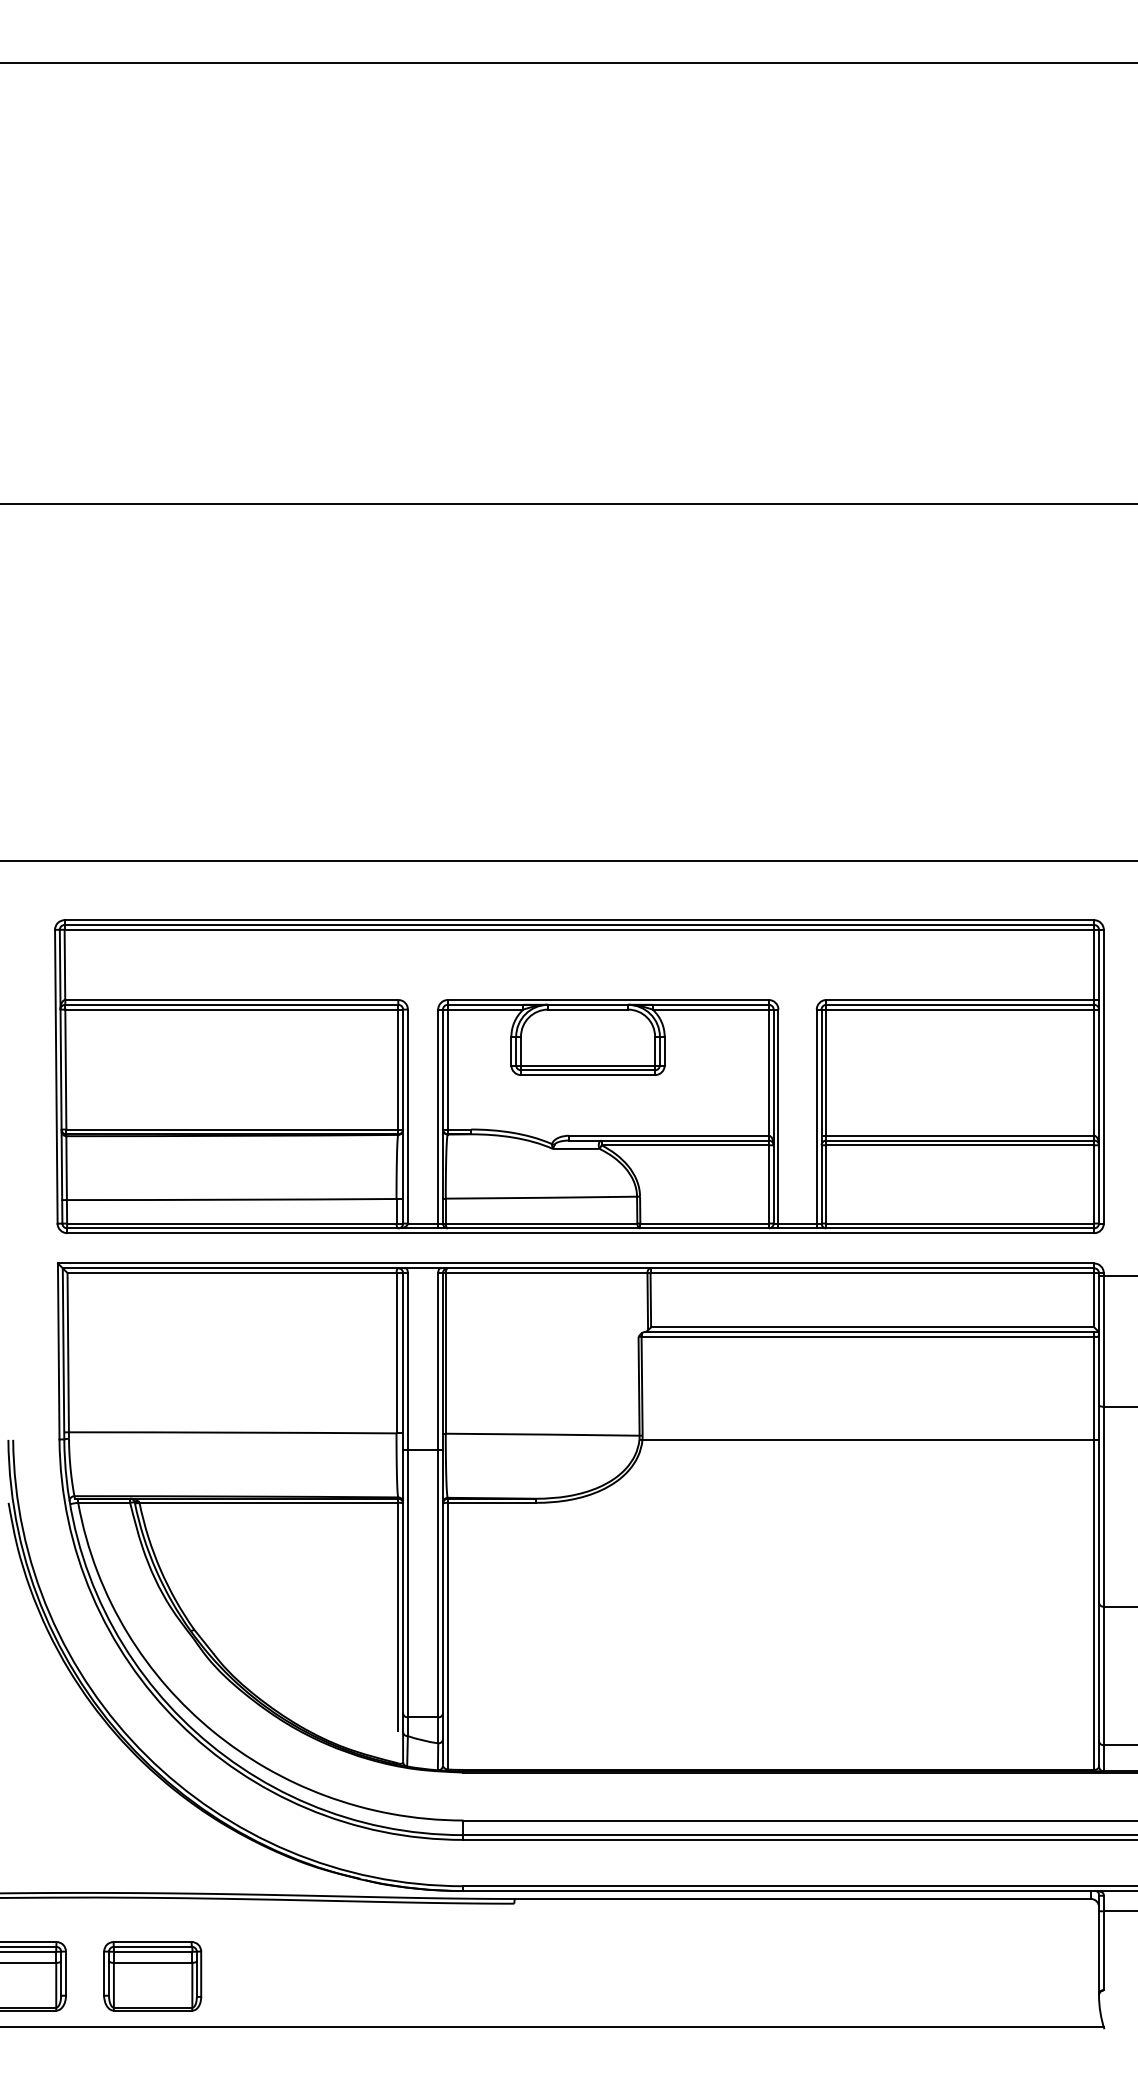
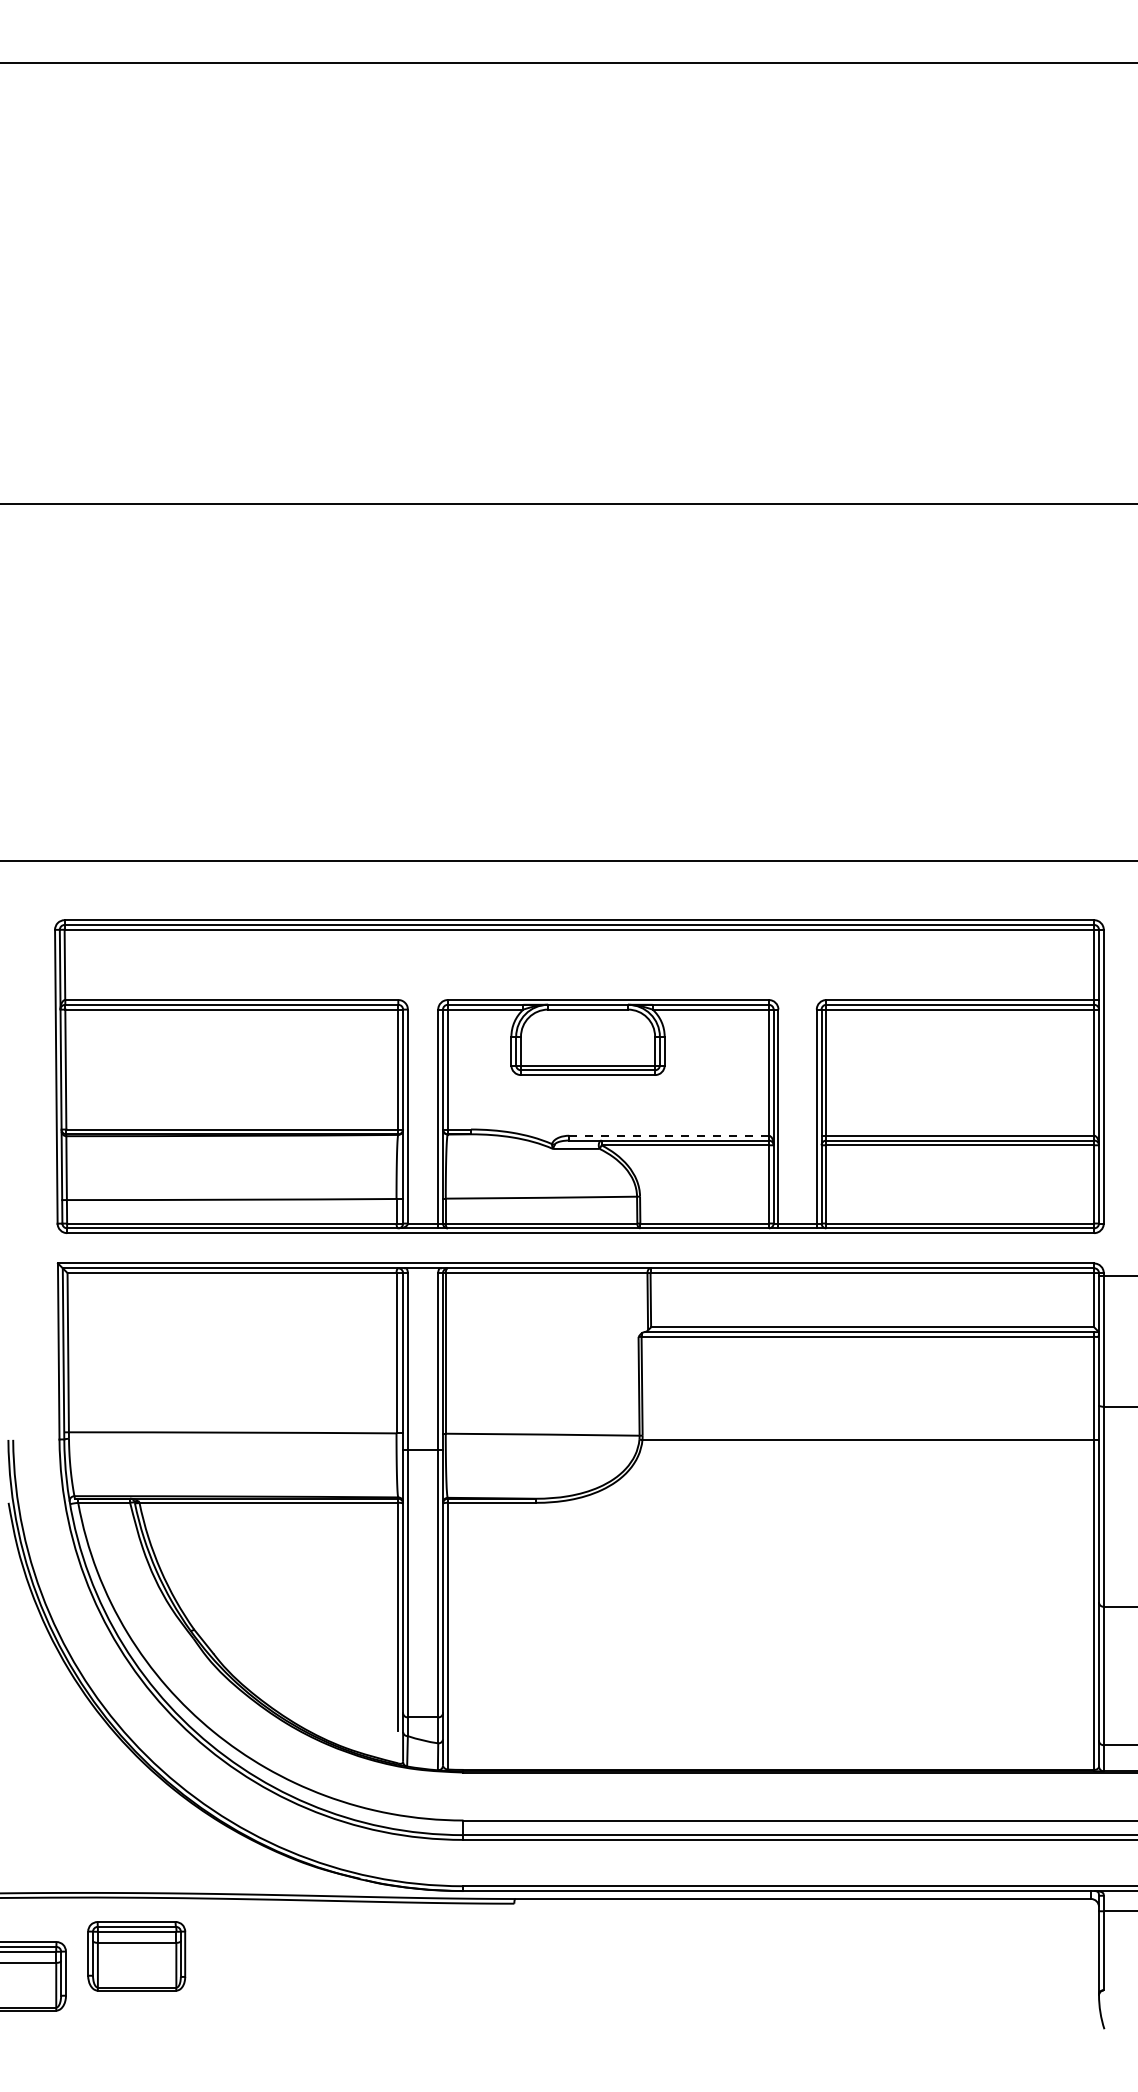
line at (669, 1135): solid -> dashed
part at (152, 1976) position: (152, 1976) -> (136, 1956)
line at (552, 2026): present -> none
